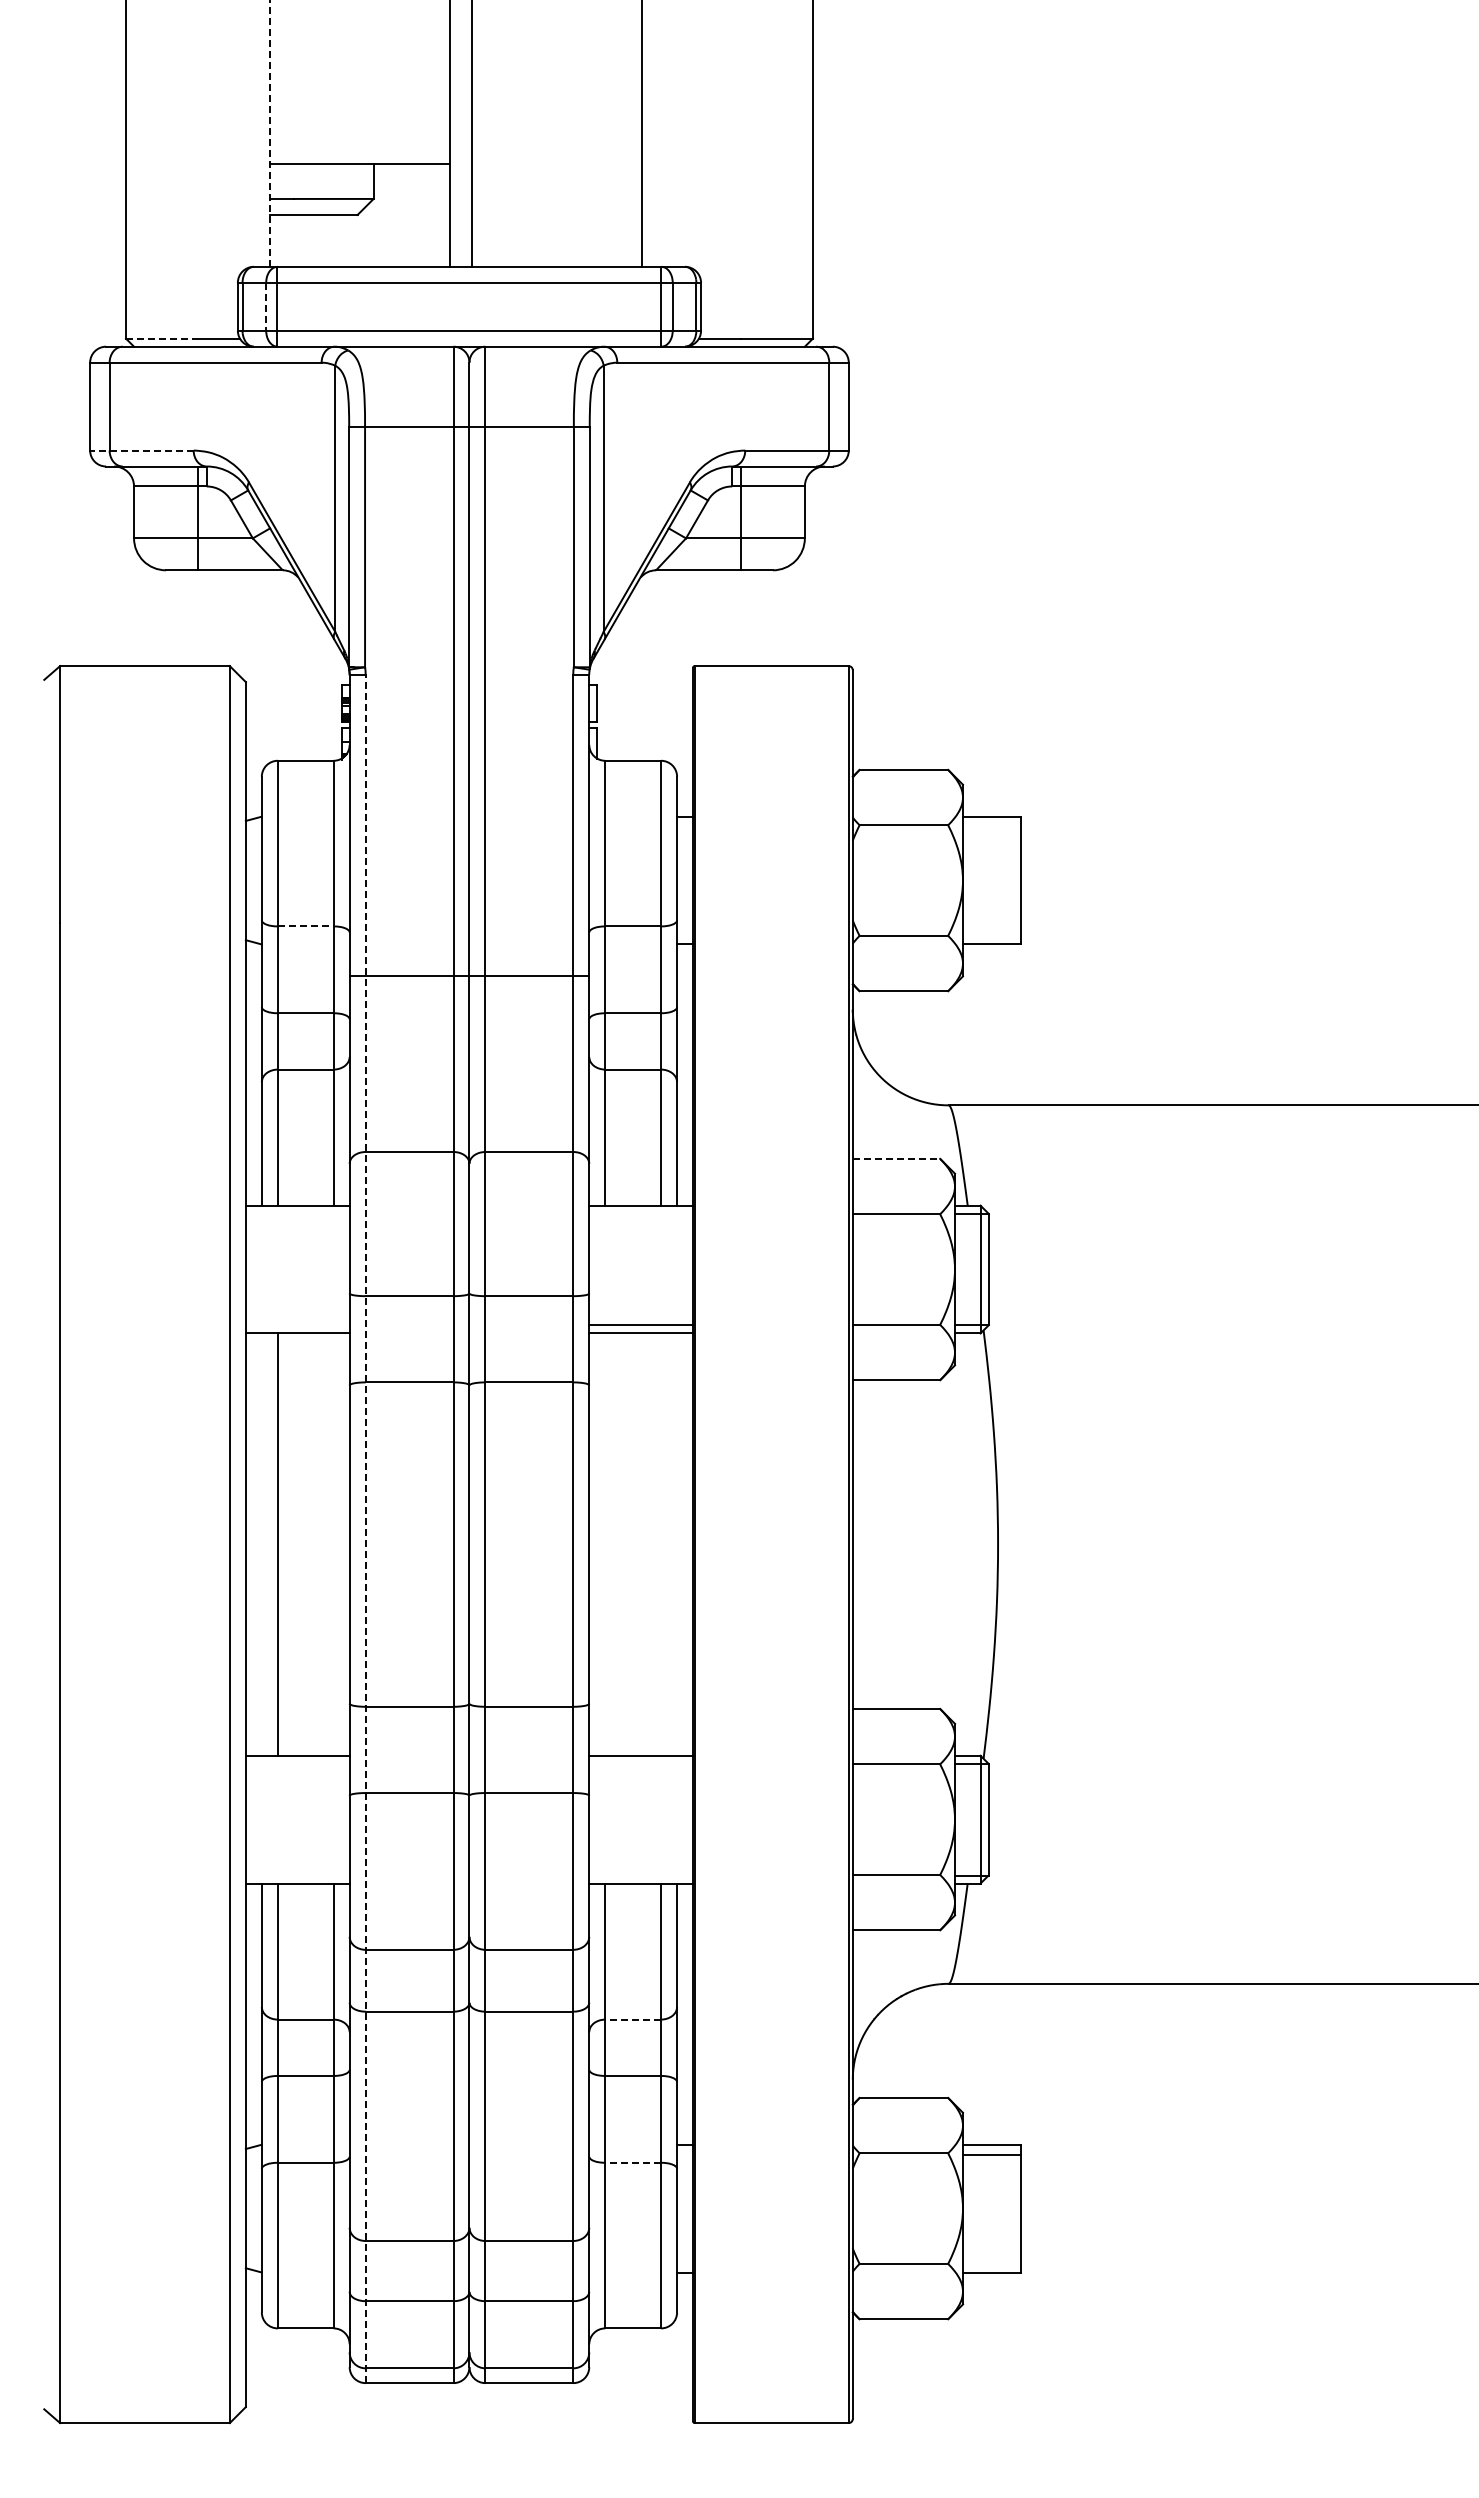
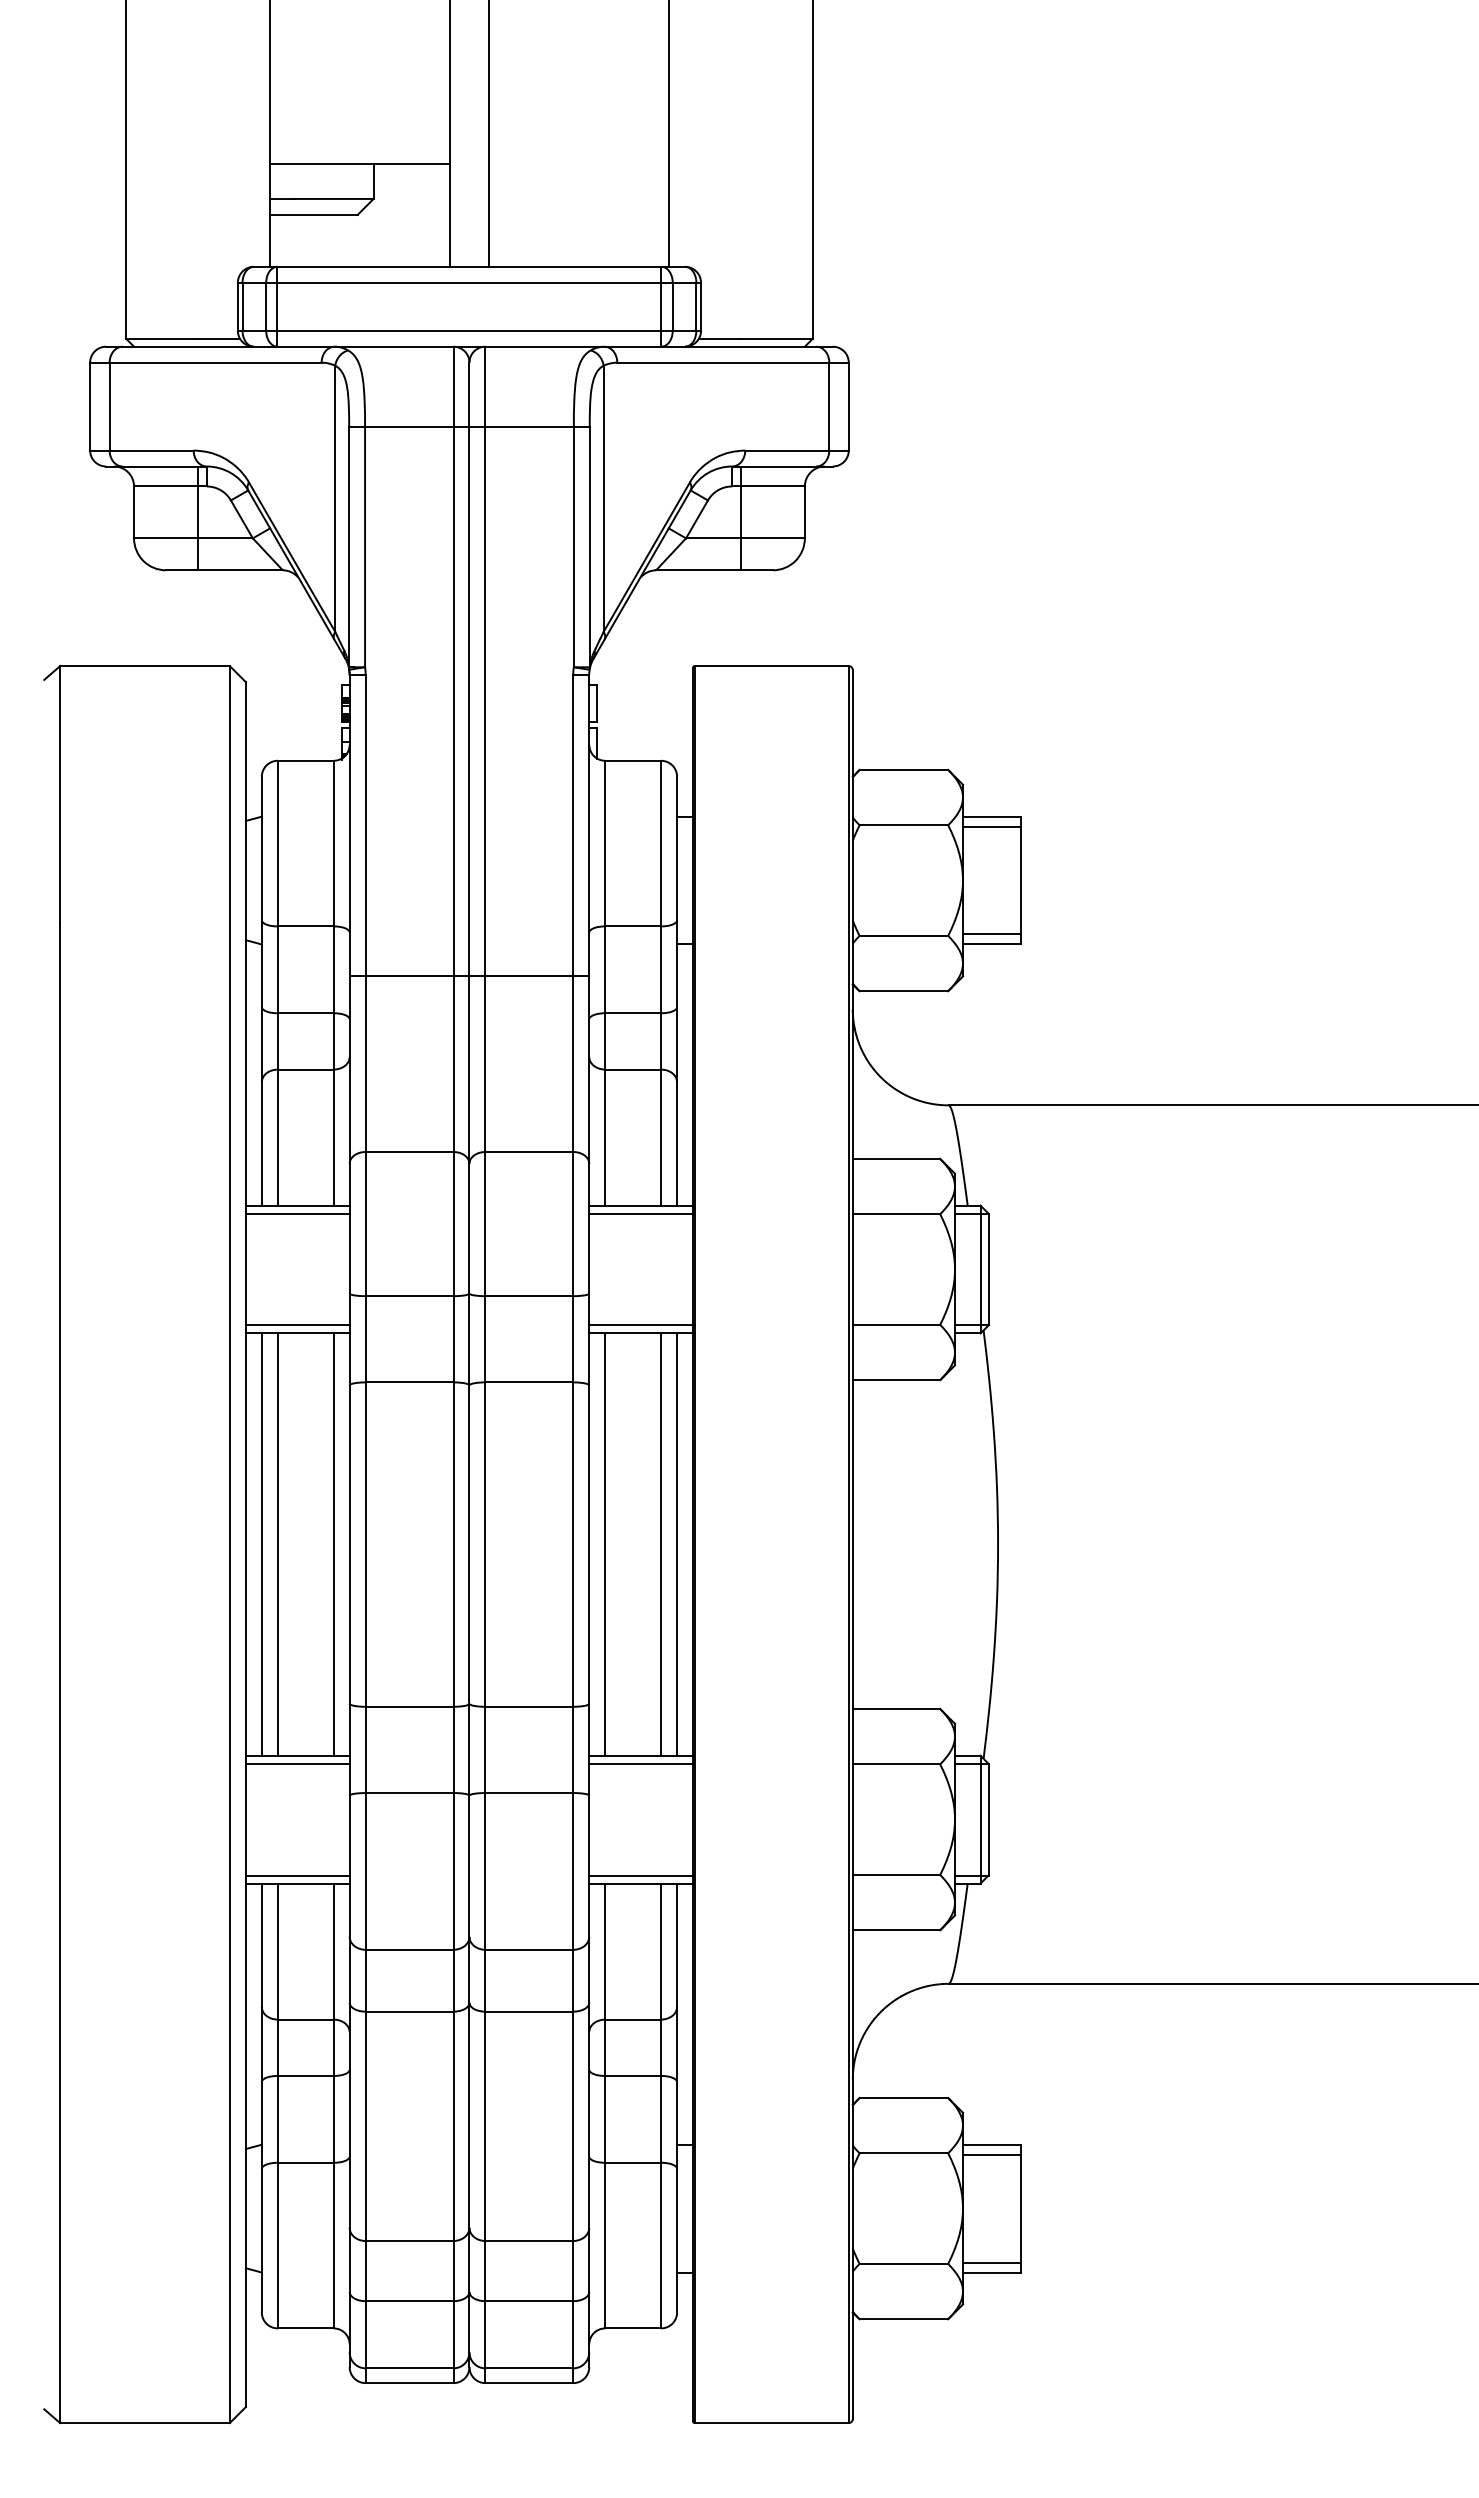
line at (269, 133): dashed -> solid
line at (472, 134) position: (472, 134) -> (489, 134)
line at (642, 134) position: (642, 134) -> (669, 134)
line at (266, 306): dashed -> solid
line at (162, 338): dashed -> solid
line at (141, 450): dashed -> solid
line at (991, 826): none -> present
line at (305, 926): dashed -> solid
line at (991, 934): none -> present
line at (896, 1158): dashed -> solid
line at (297, 1213): none -> present
line at (641, 1213): none -> present
line at (297, 1325): none -> present
line at (365, 1528): dashed -> solid
line at (261, 1544): none -> present
line at (333, 1544): none -> present
line at (605, 1544): none -> present
line at (661, 1544): none -> present
line at (677, 1544): none -> present
line at (297, 1763): none -> present
line at (641, 1763): none -> present
line at (297, 1875): none -> present
line at (641, 1875): none -> present
line at (633, 2019): dashed -> solid
line at (633, 2162): dashed -> solid
line at (991, 2262): none -> present
